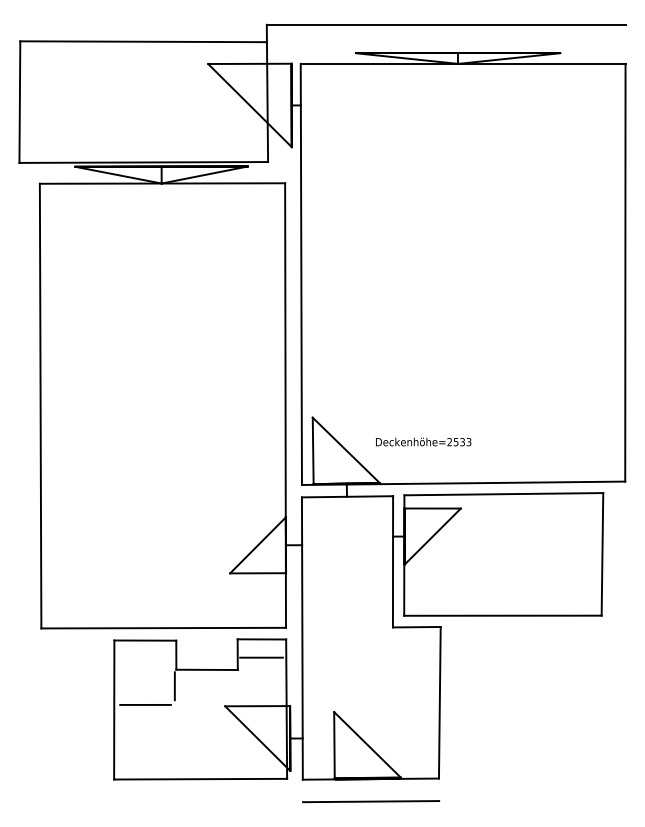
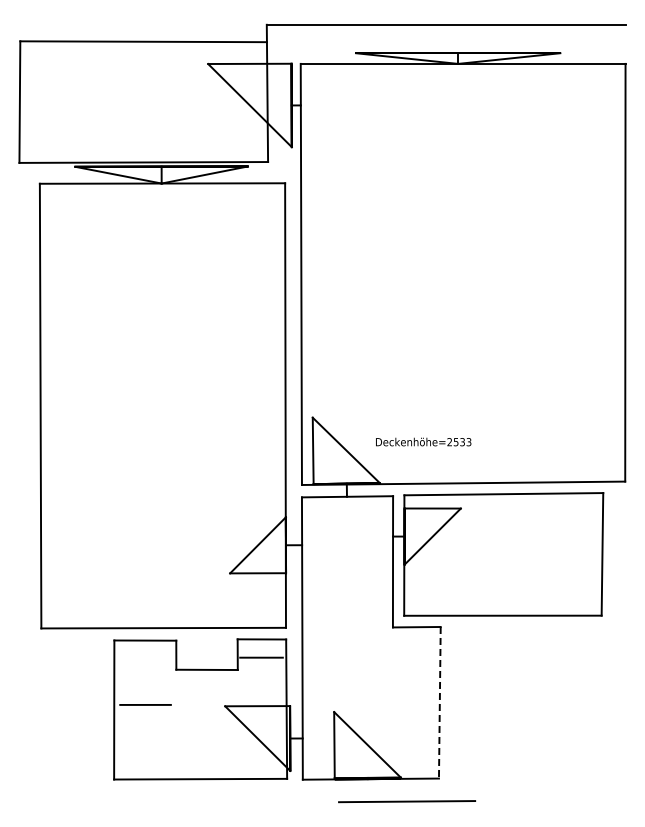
line at (174, 686): present -> none
line at (439, 702): solid -> dashed
line at (371, 801) position: (371, 801) -> (407, 801)
